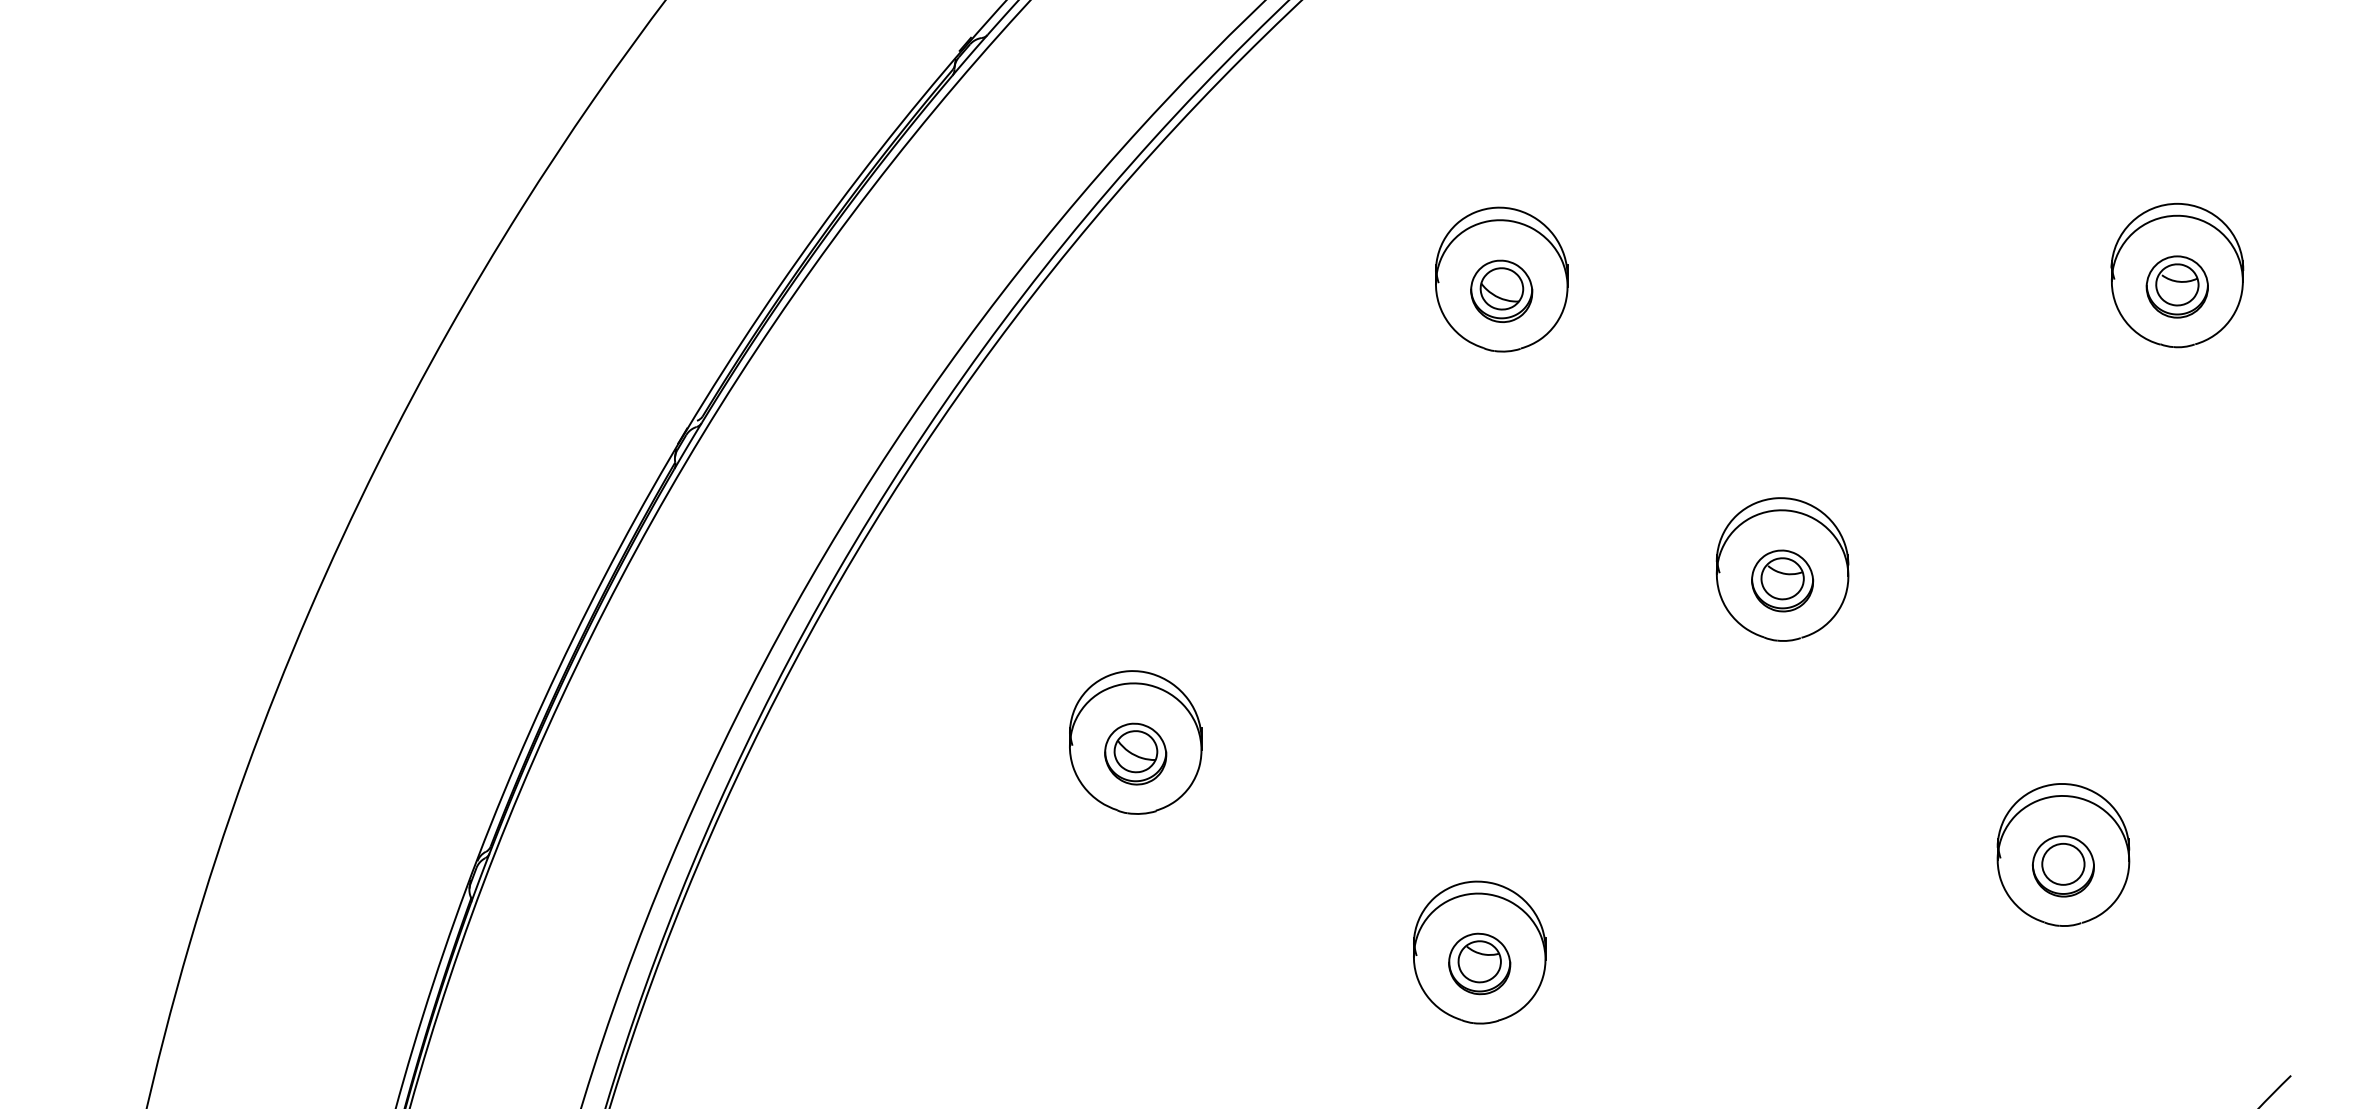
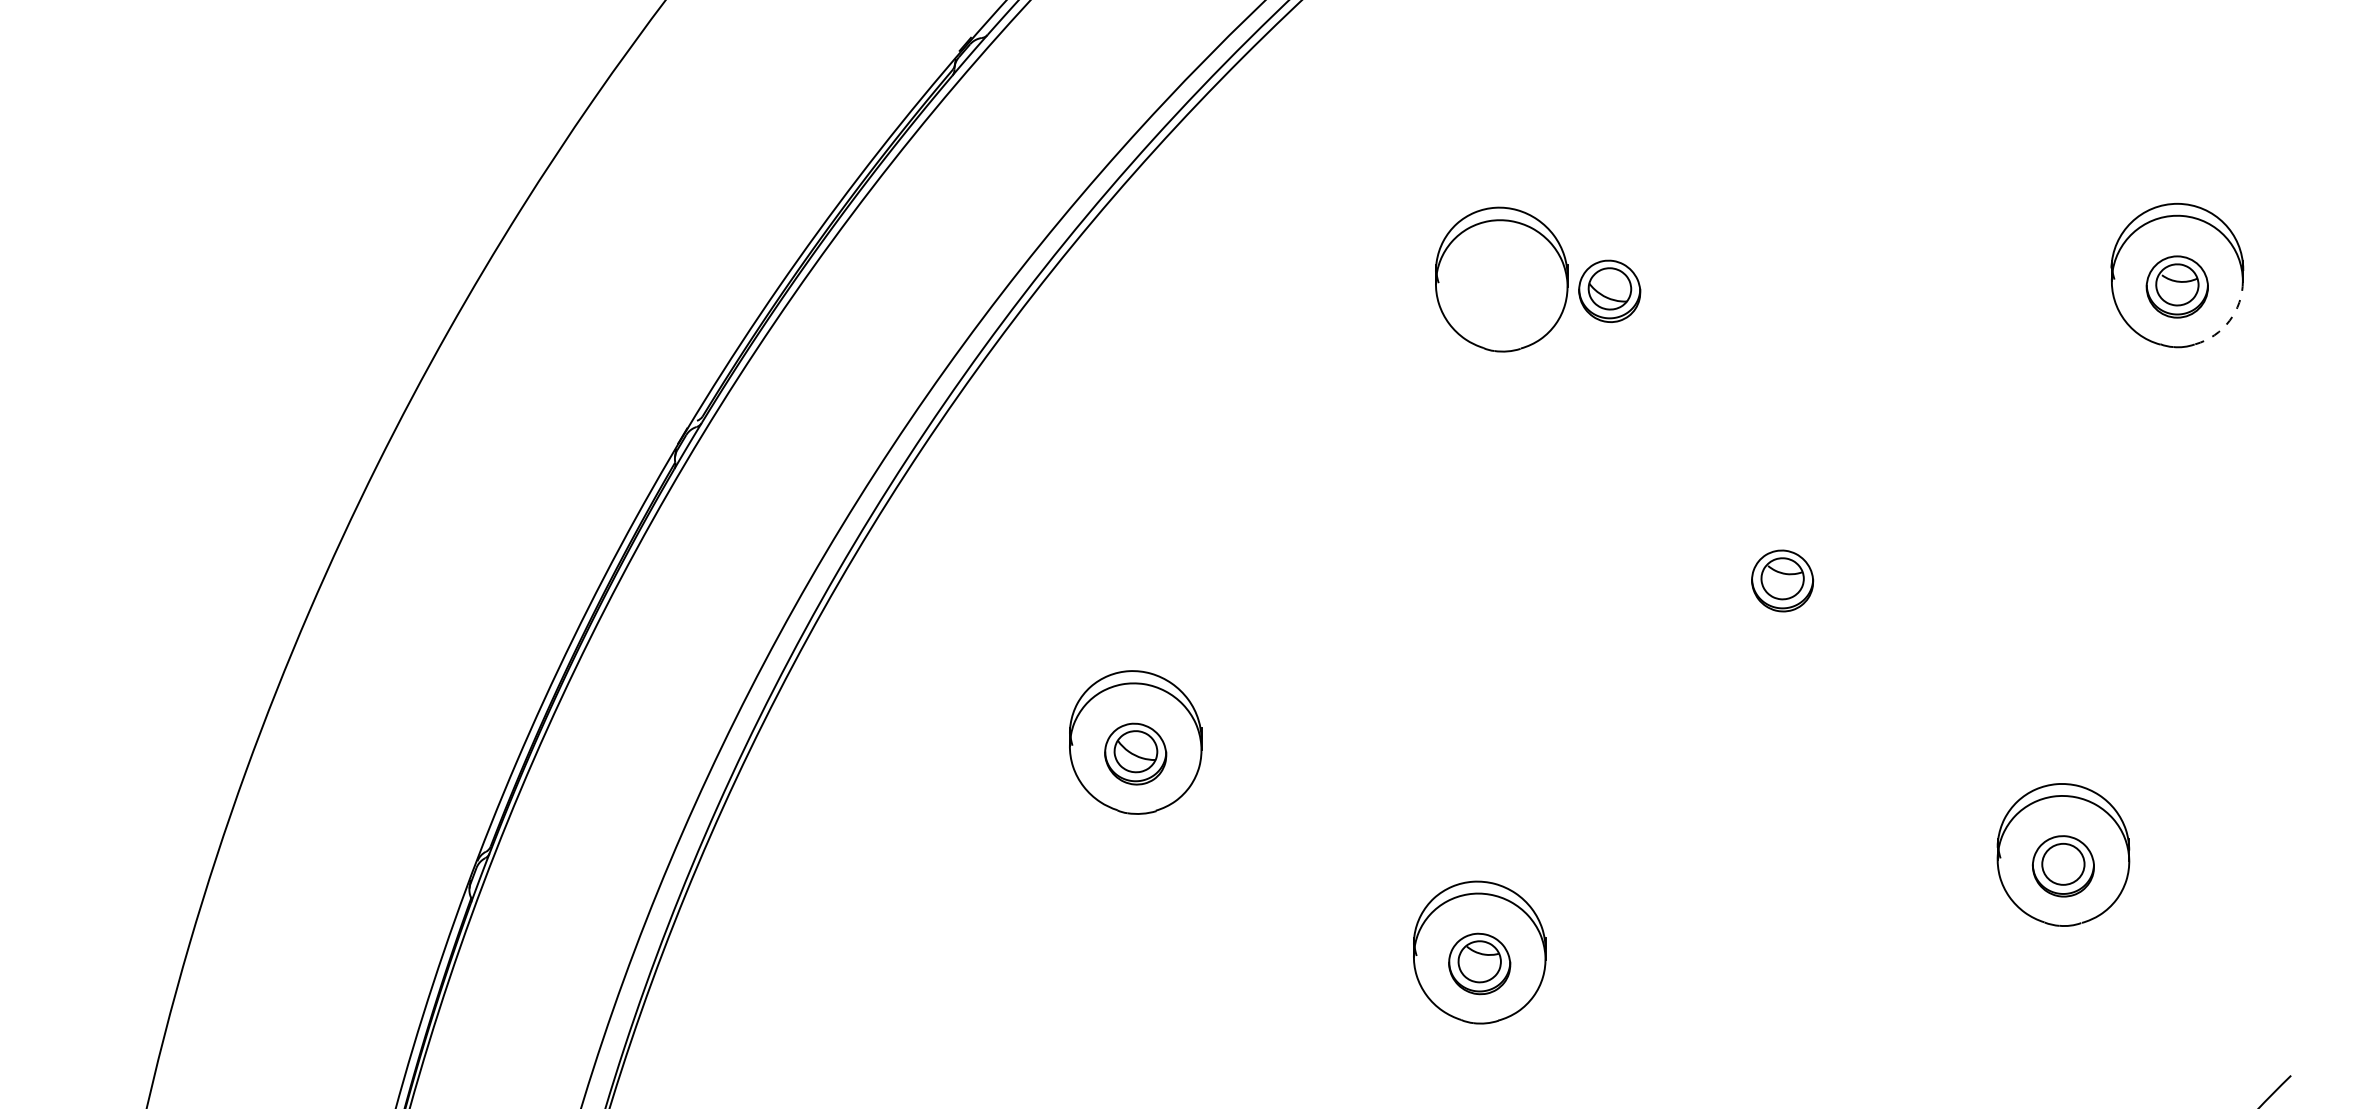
part at (1501, 290) position: (1501, 290) -> (1609, 290)
arc at (2229, 320): solid -> dashed
part at (1782, 569): present -> none
